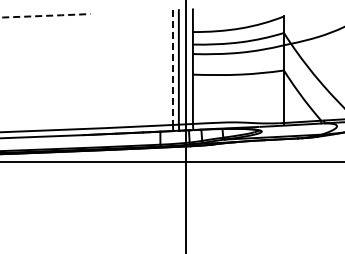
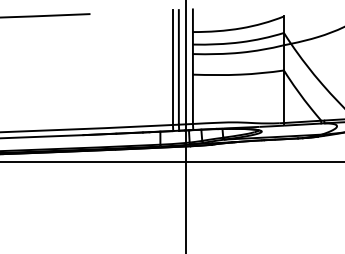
arc at (45, 15): dashed -> solid
line at (172, 68): dashed -> solid
